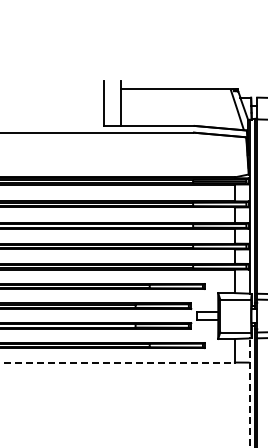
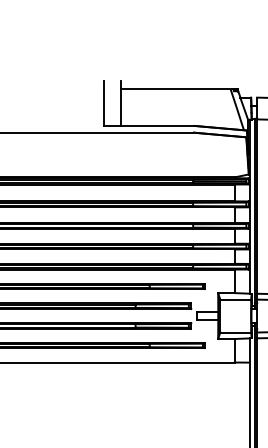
line at (117, 362): dashed -> solid
line at (249, 393): dashed -> solid
